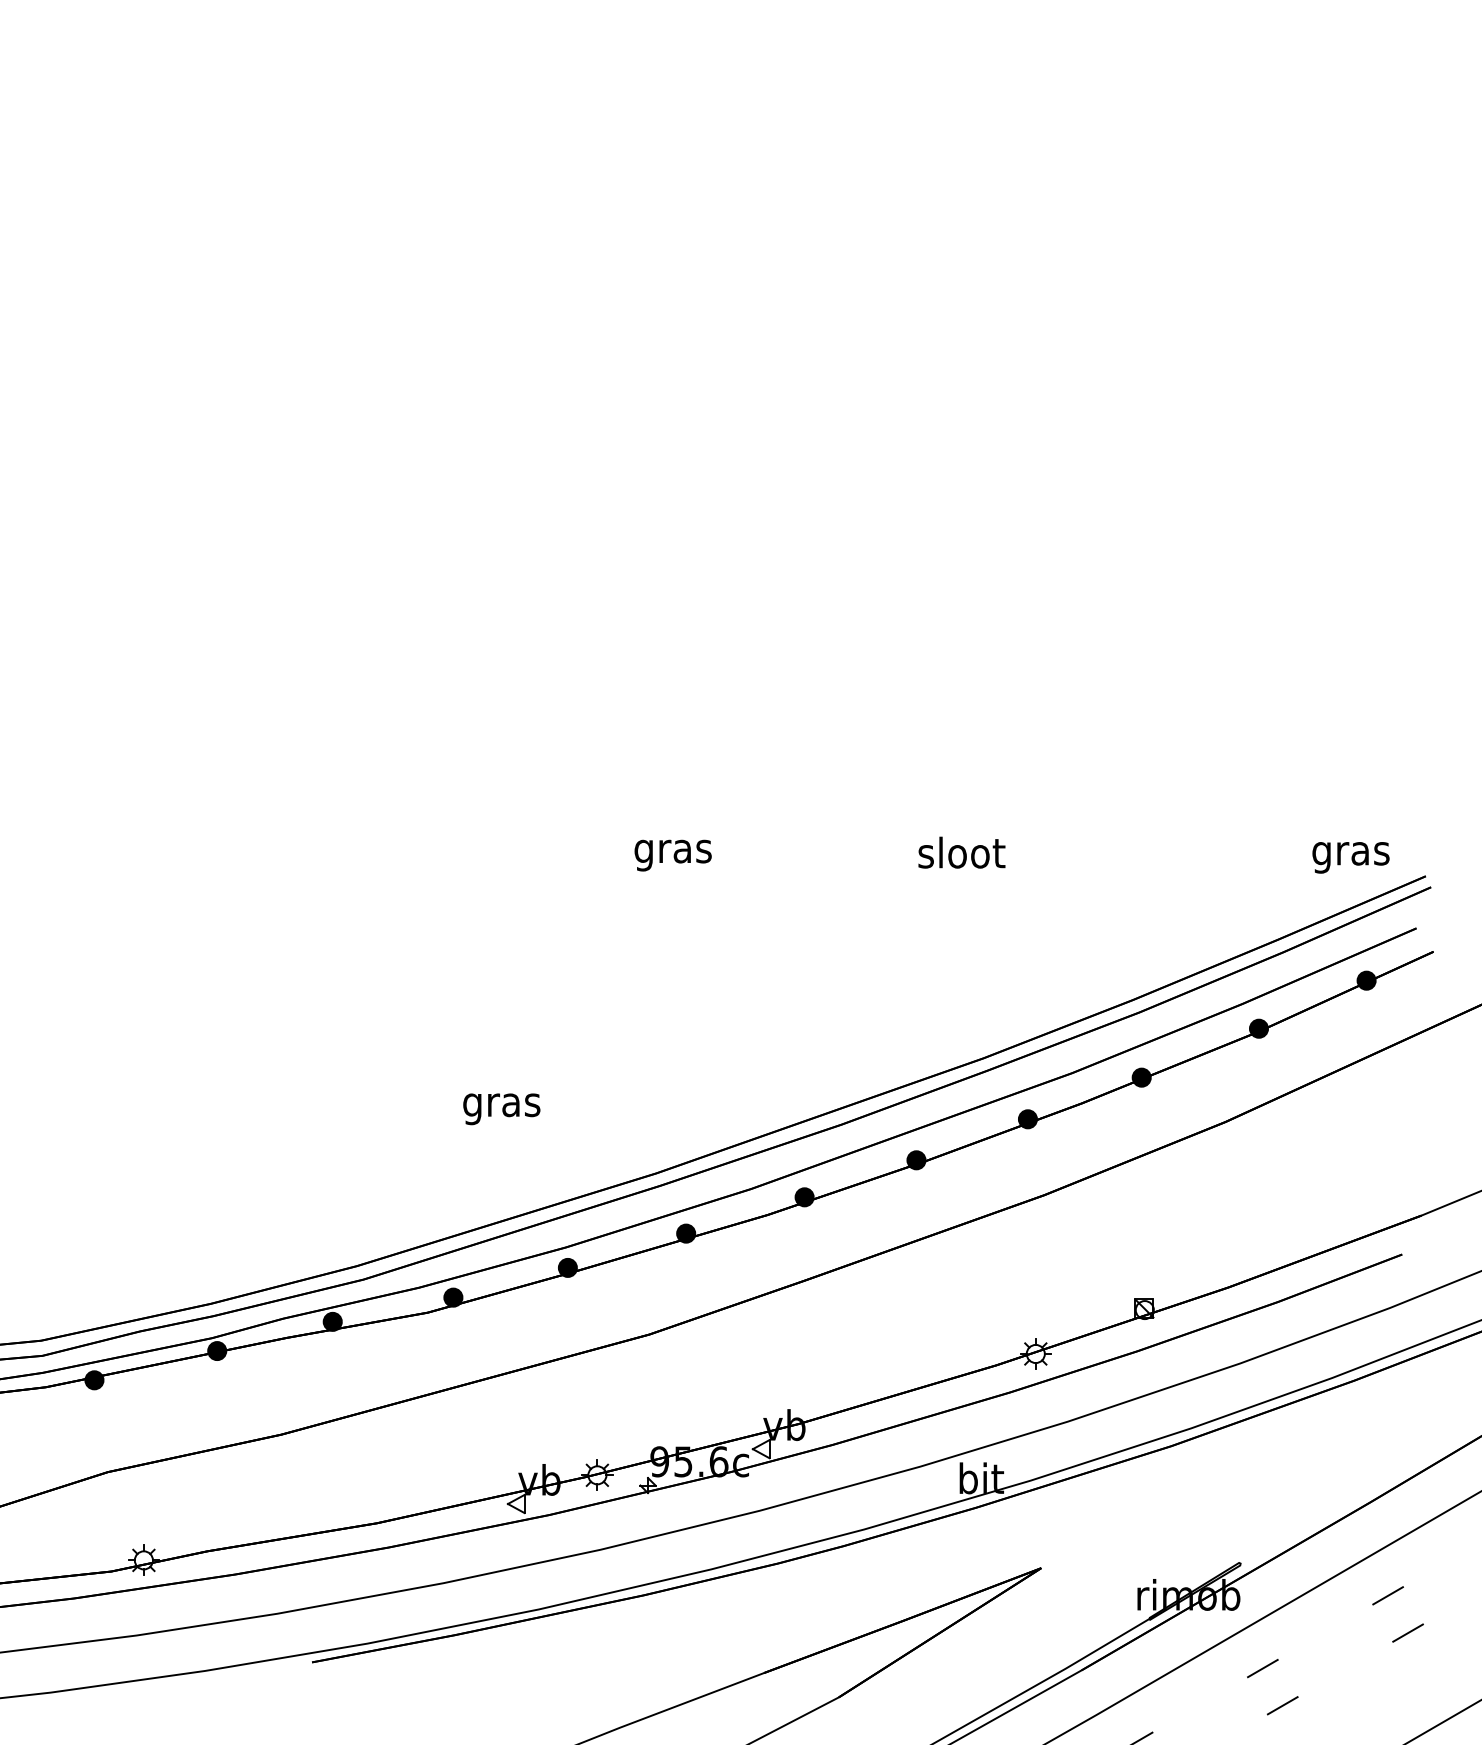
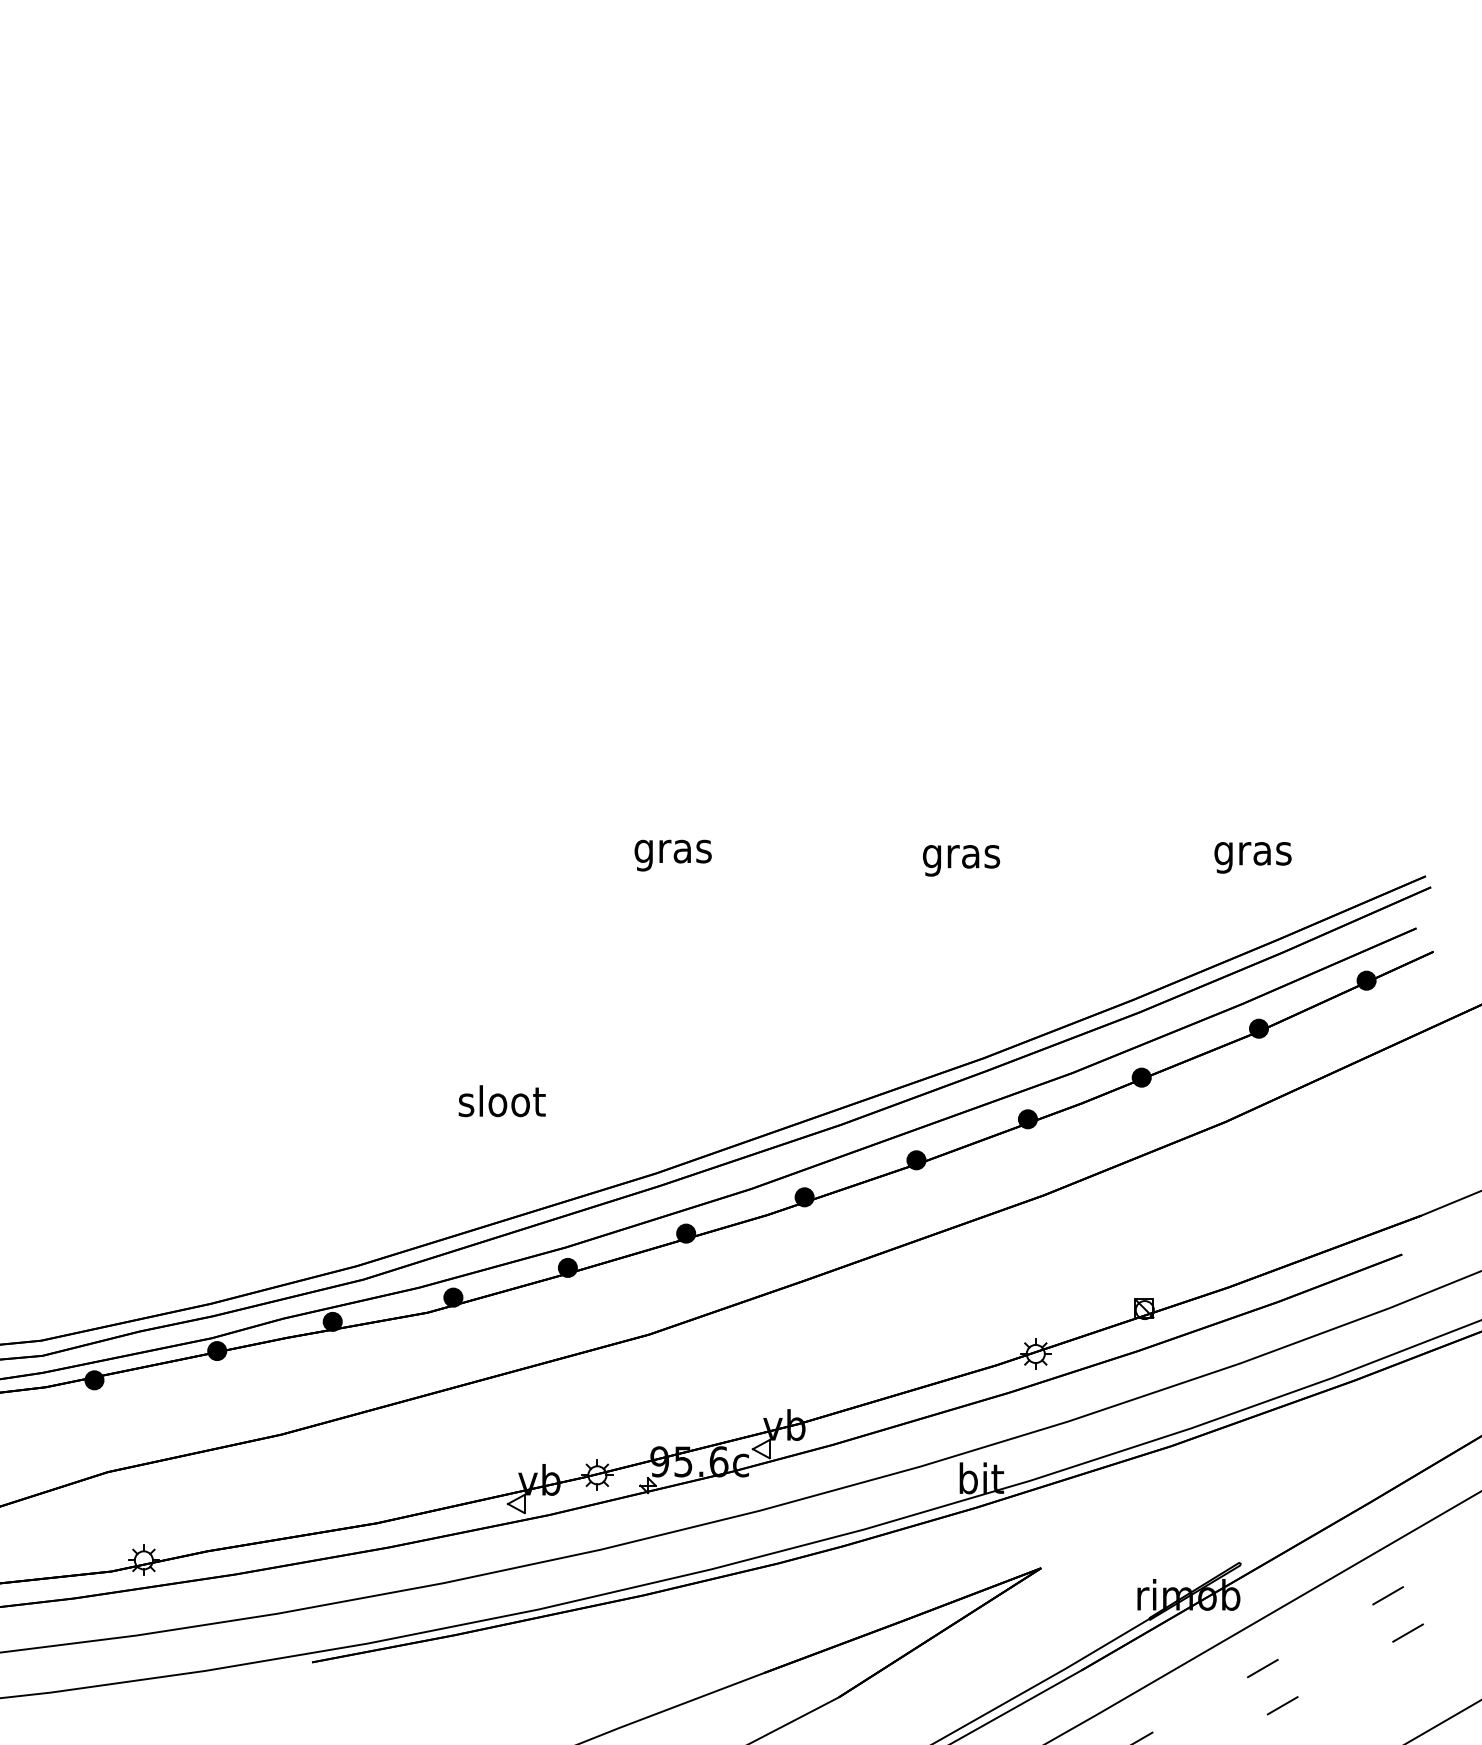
text at (961, 856): sloot -> gras
text at (1350, 857) position: (1350, 857) -> (1252, 857)
text at (501, 1105): gras -> sloot
